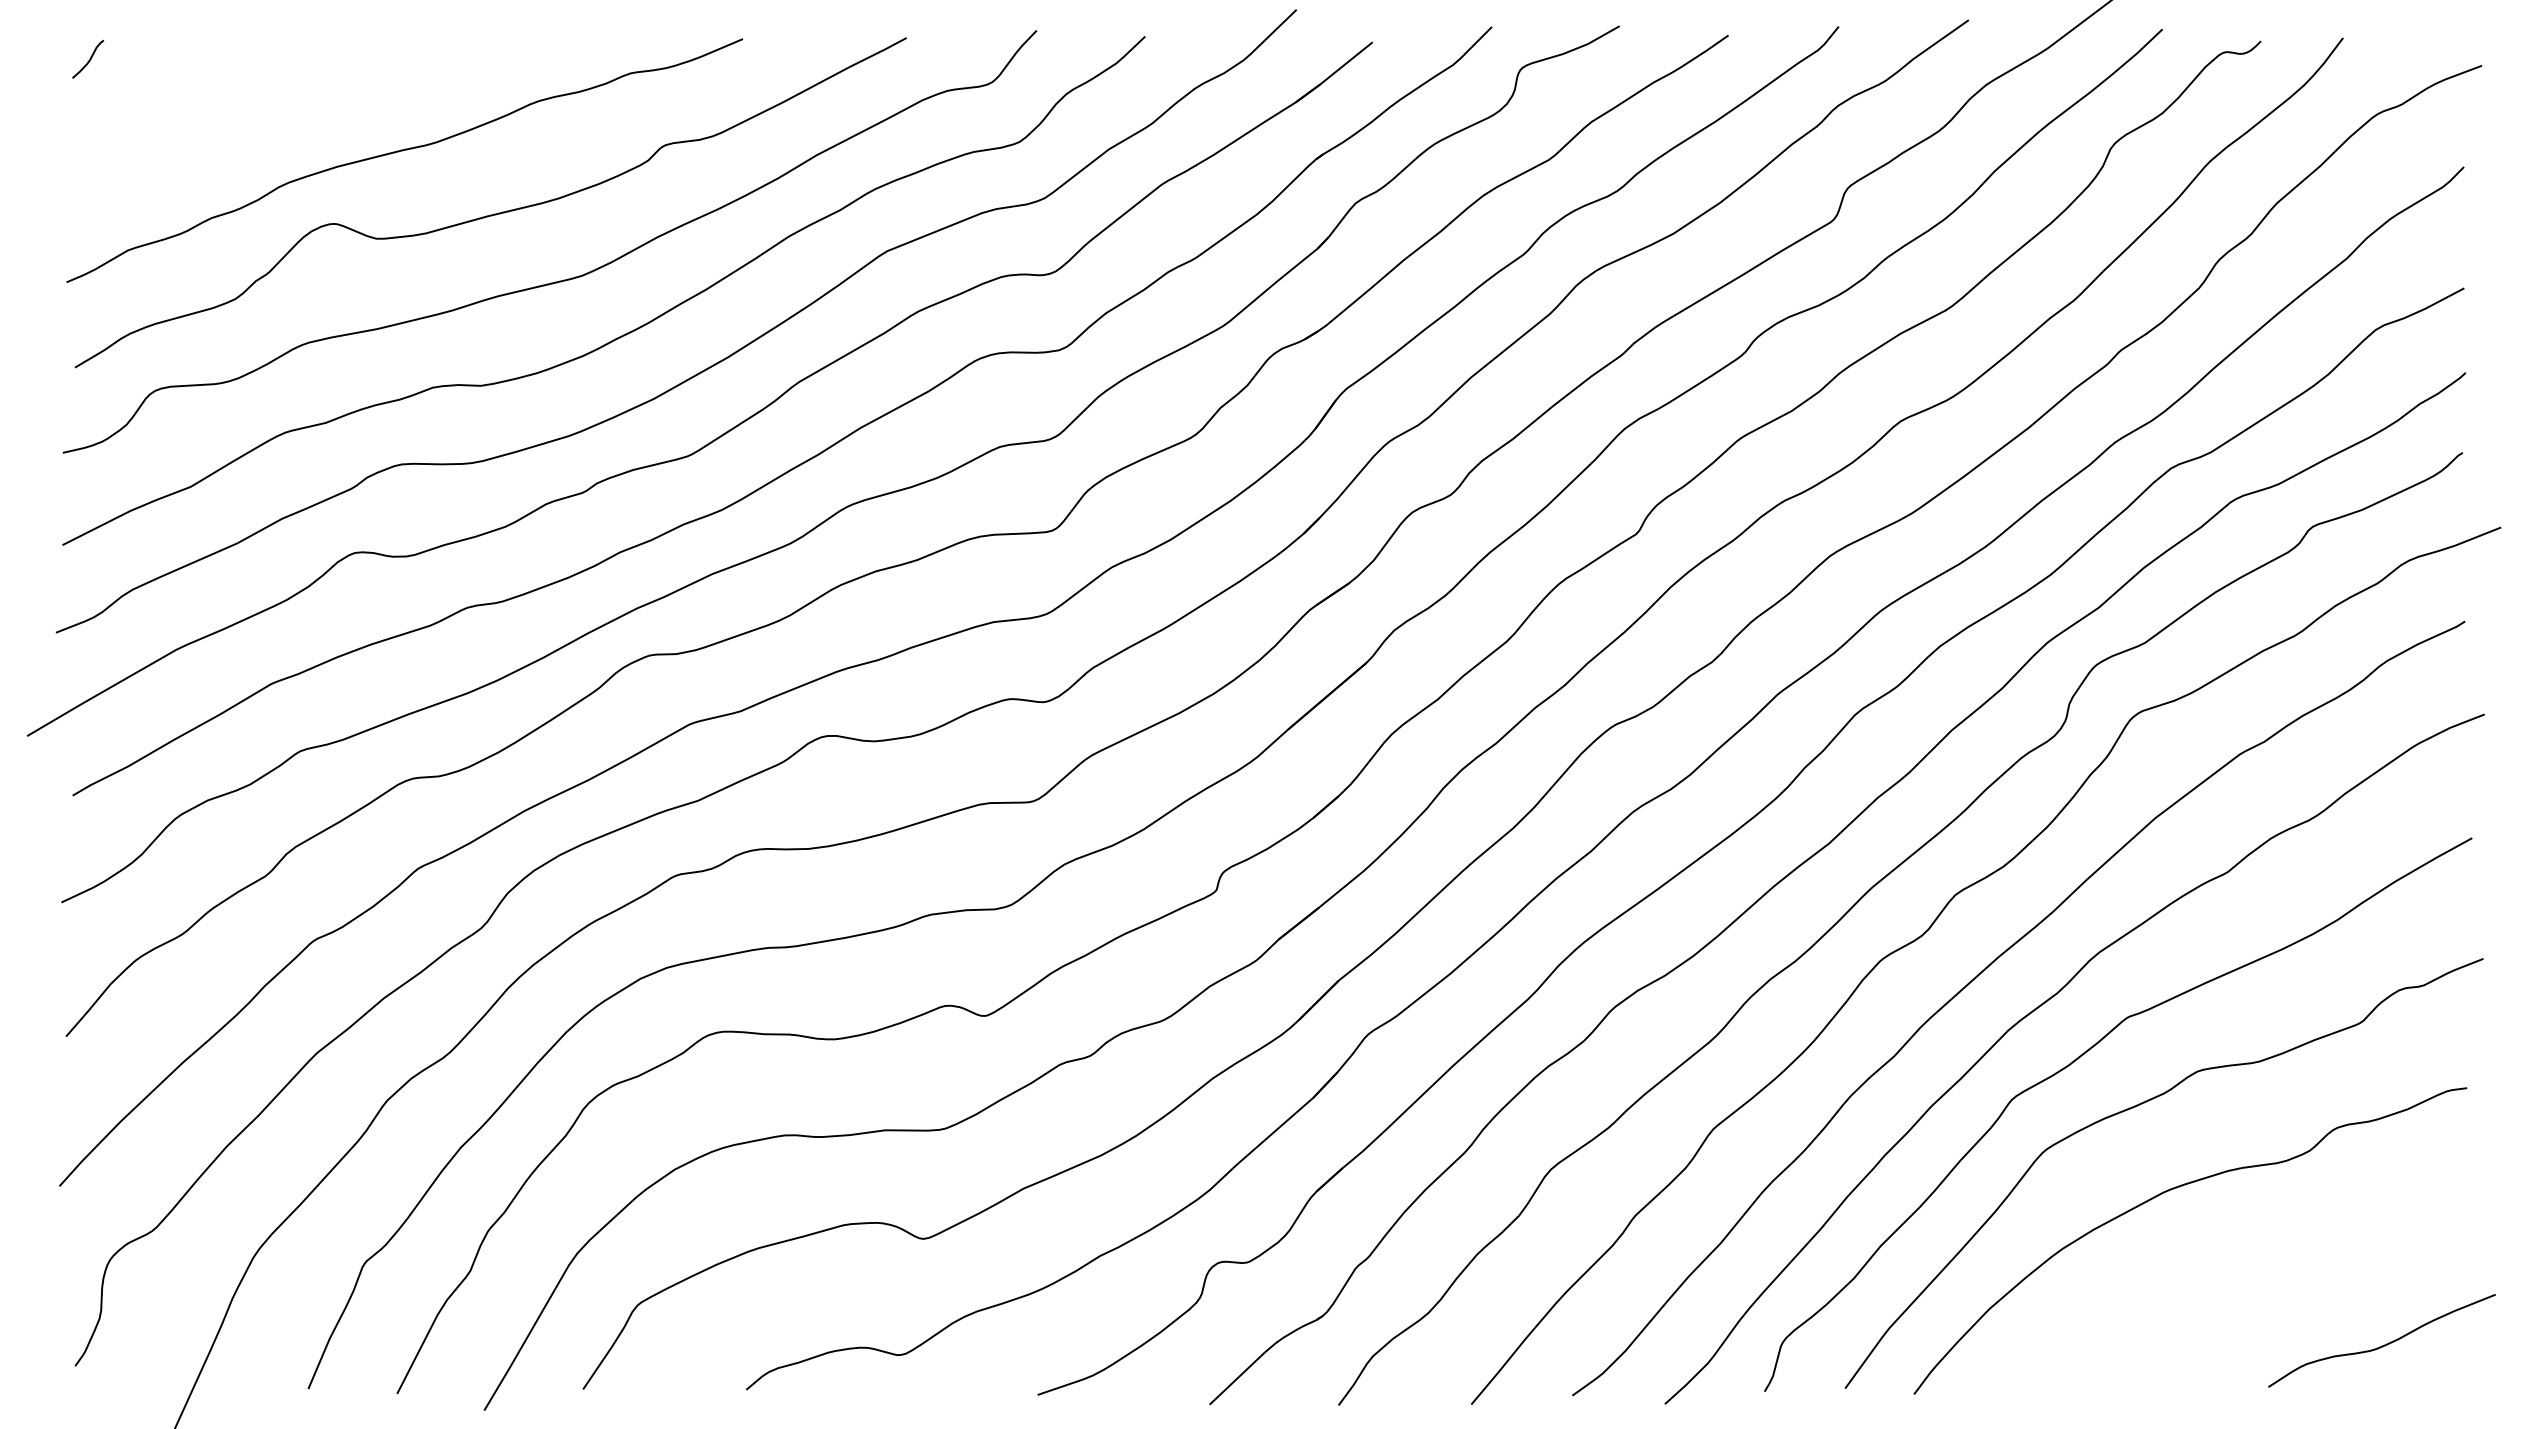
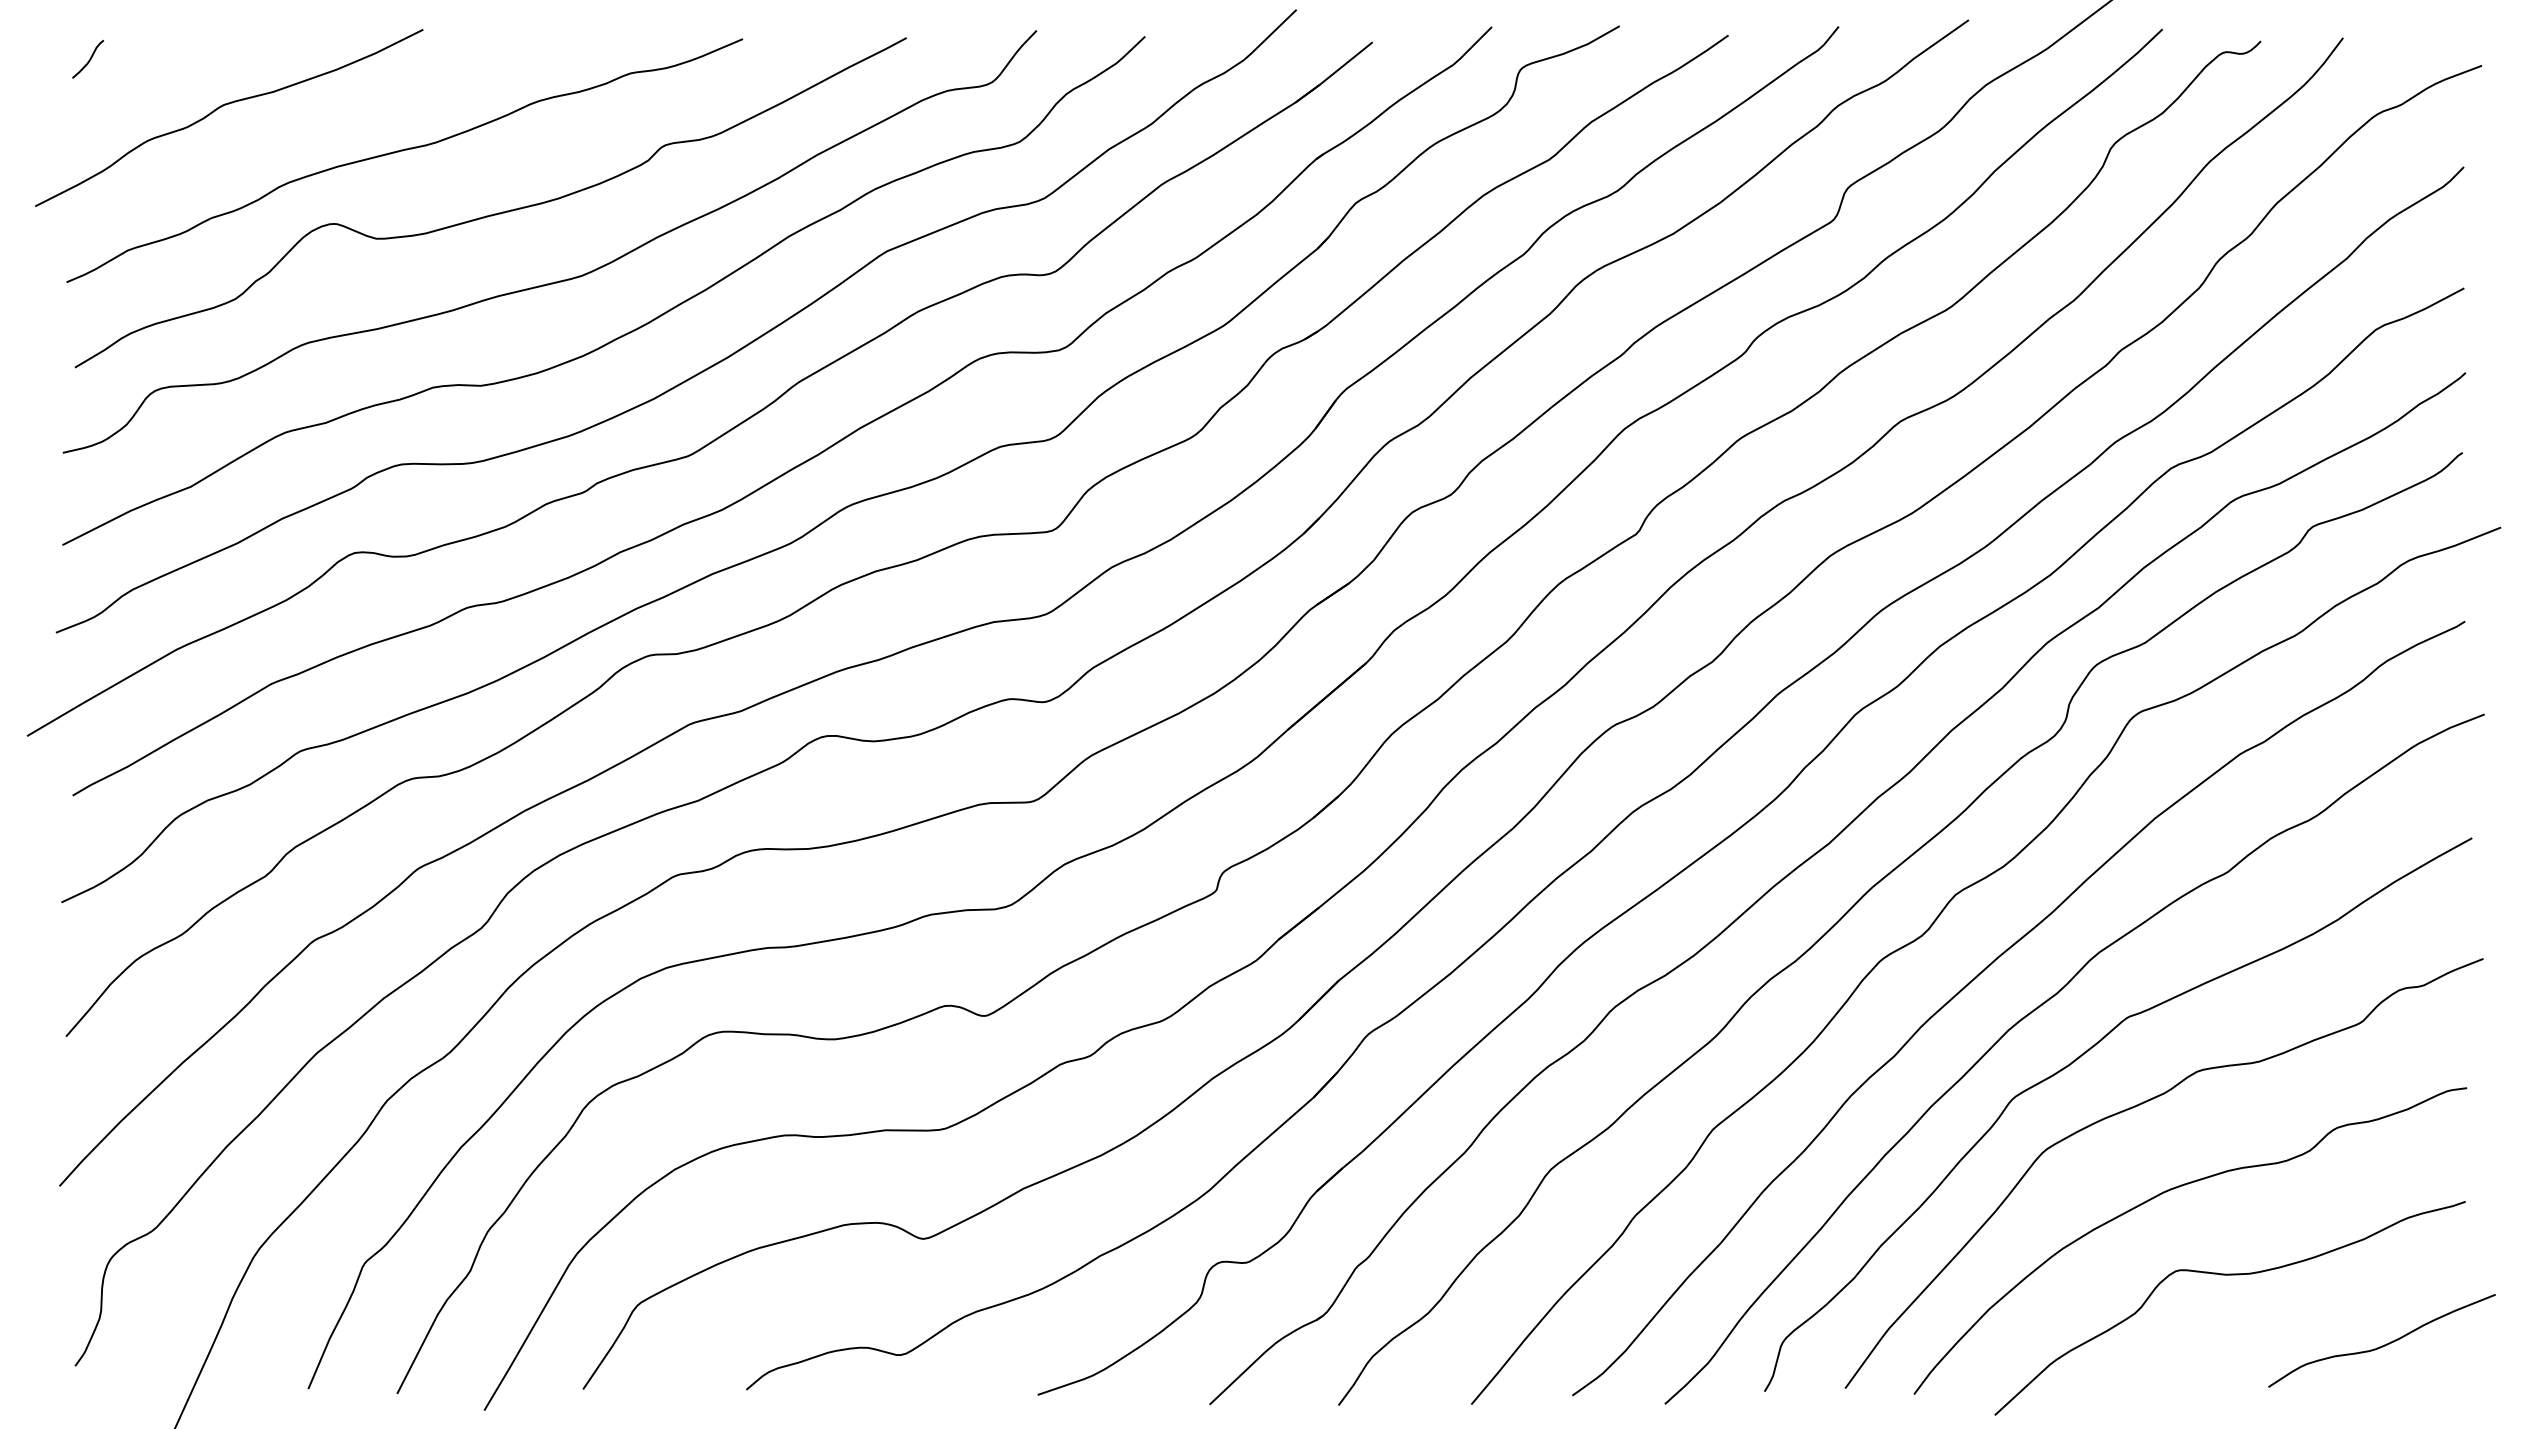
curve at (226, 105): none -> present
curve at (2229, 1275): none -> present
